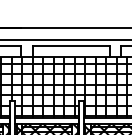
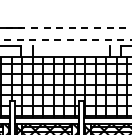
line at (66, 27): solid -> dashed
line at (66, 40): solid -> dashed
line at (71, 45): present -> none
